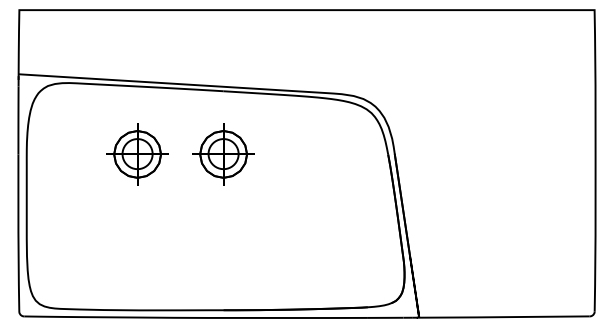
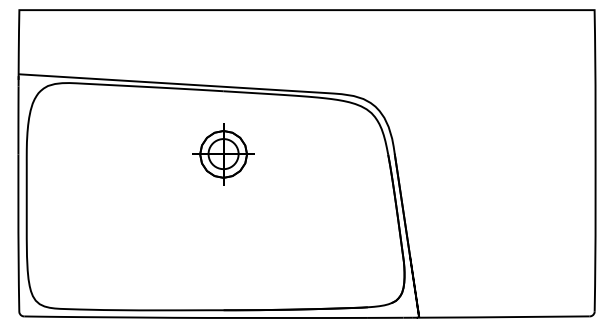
part at (137, 154): present -> none
